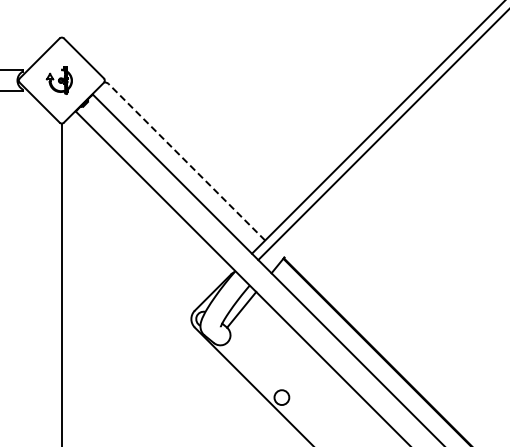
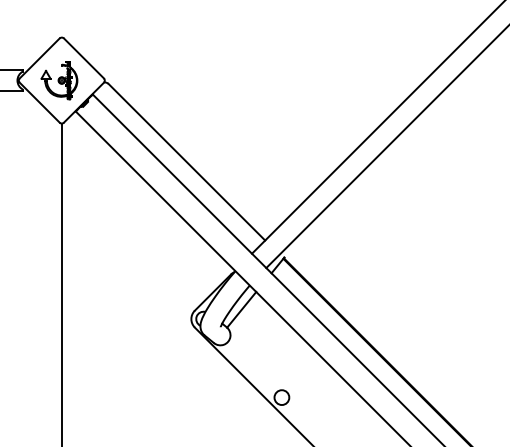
part at (58, 80) size: 28x29 px -> 39x40 px
line at (382, 135) position: (382, 135) -> (386, 147)
line at (186, 162): dashed -> solid
